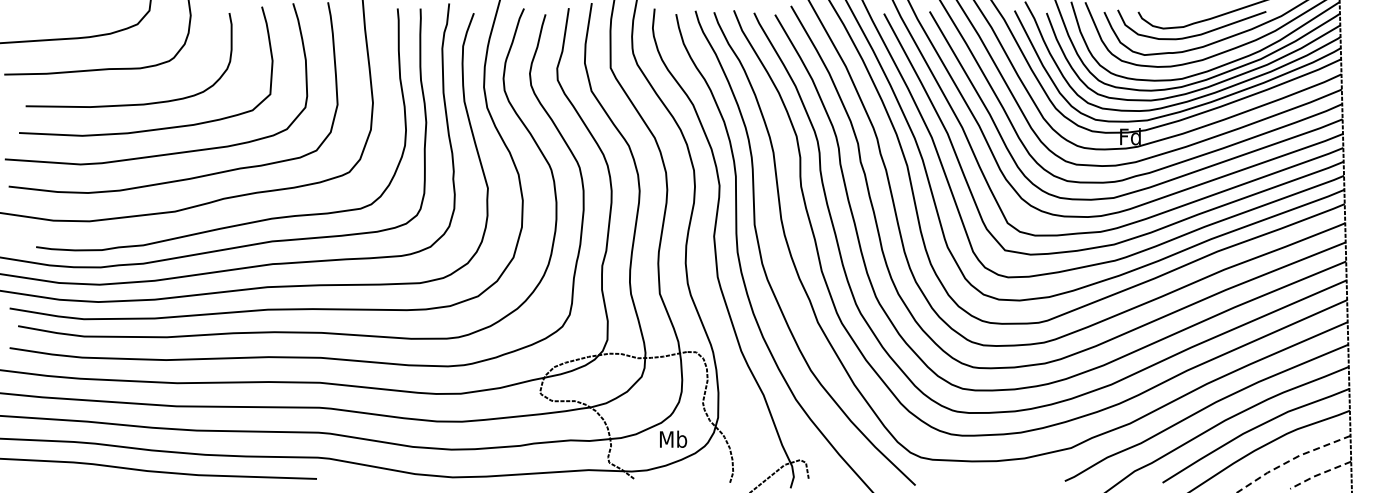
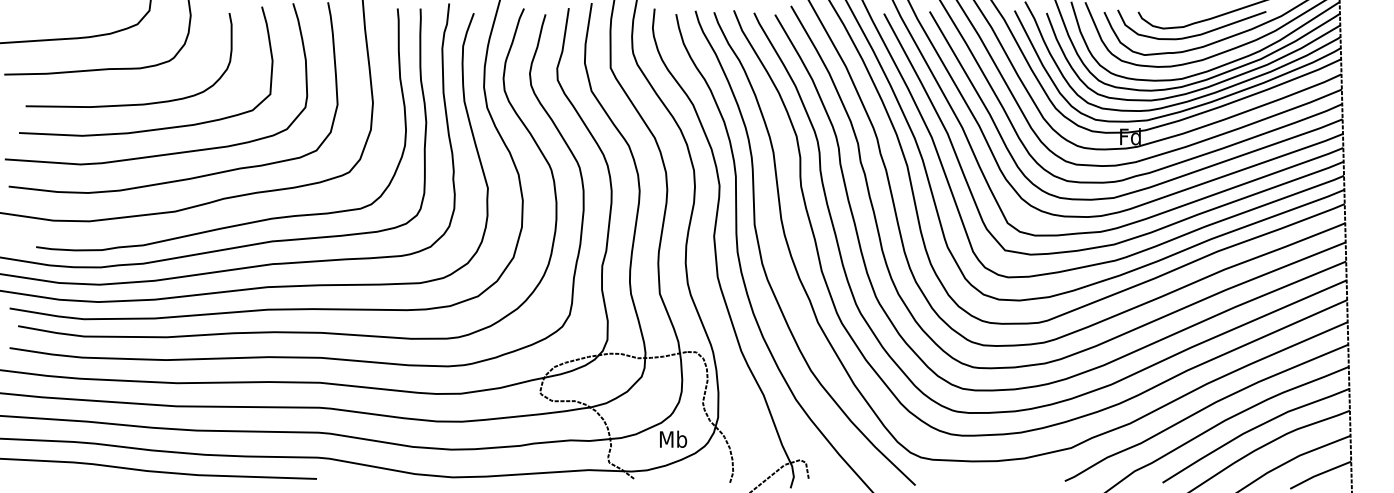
line at (1291, 460): dashed -> solid
line at (1319, 474): dashed -> solid
